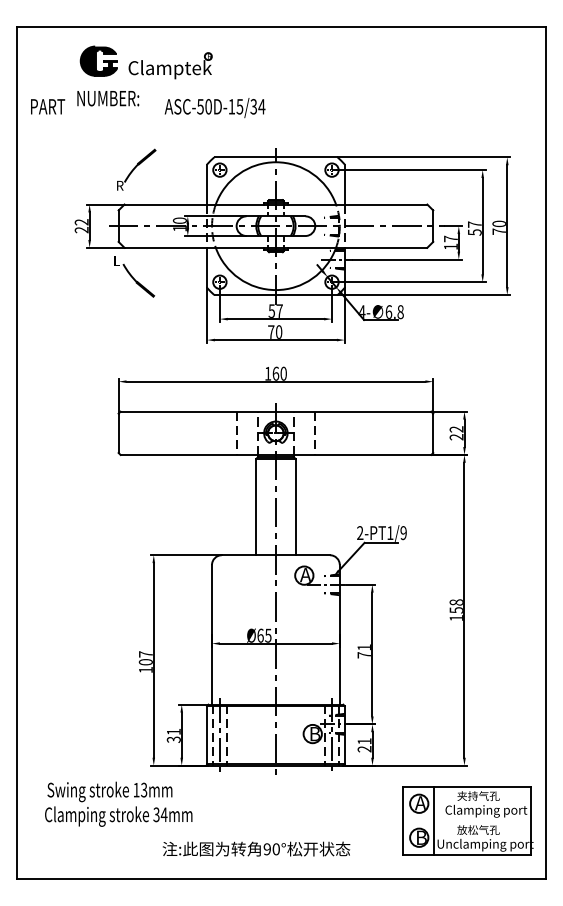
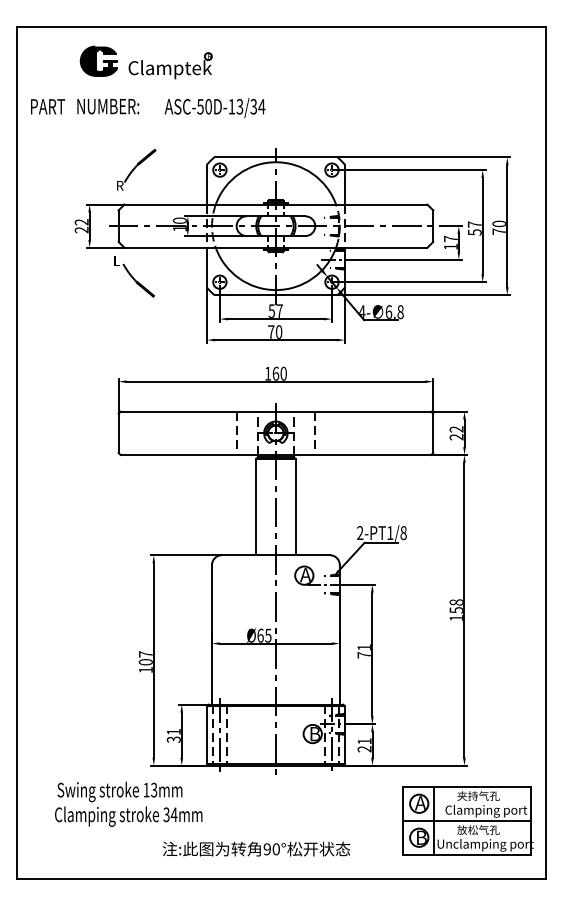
text at (108, 98) position: (108, 98) -> (108, 106)
text at (240, 106): ASC-50D-15/34 -> ASC-50D-13/34
text at (403, 533): 2-PT1/9 -> 2-PT1/8
text at (118, 803) position: (118, 803) -> (128, 803)
line at (466, 820): none -> present
